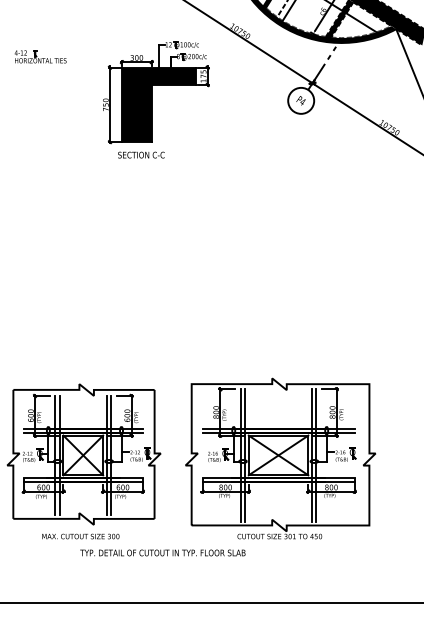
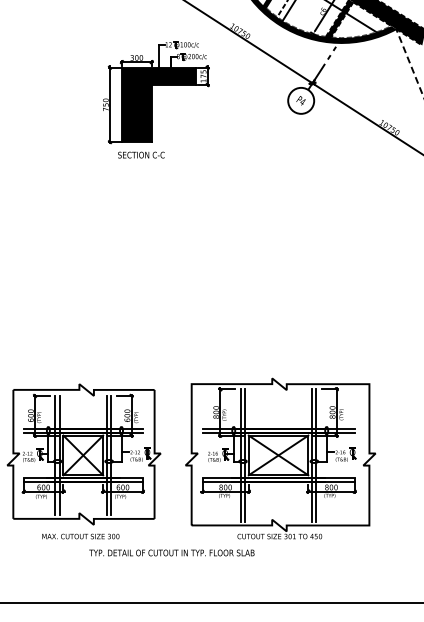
part at (40, 56): present -> none
line at (410, 63): solid -> dashed
text at (162, 552) position: (162, 552) -> (171, 552)
